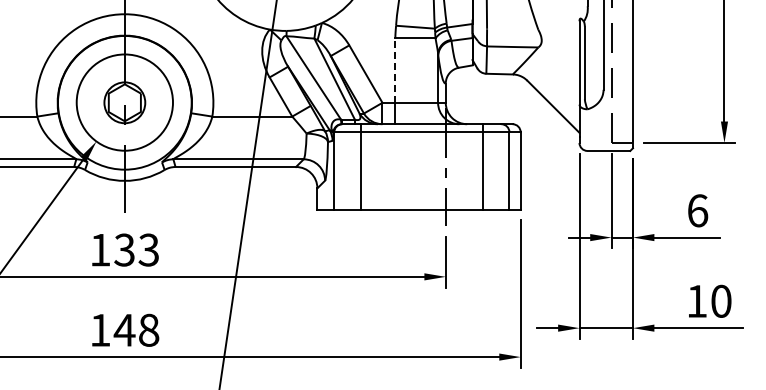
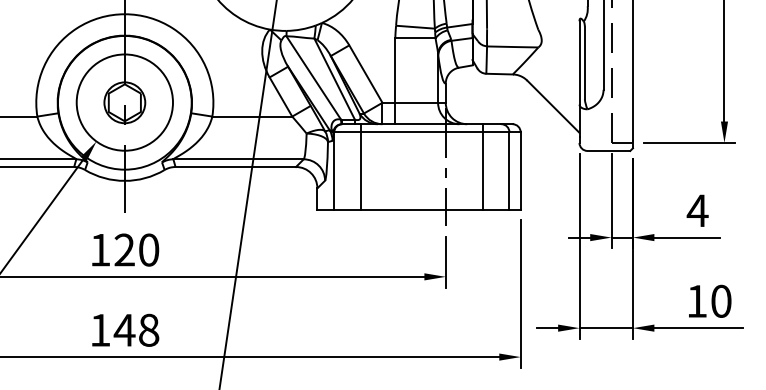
line at (395, 70): dashed -> solid
text at (697, 210): 6 -> 4
text at (136, 249): 133 -> 120
